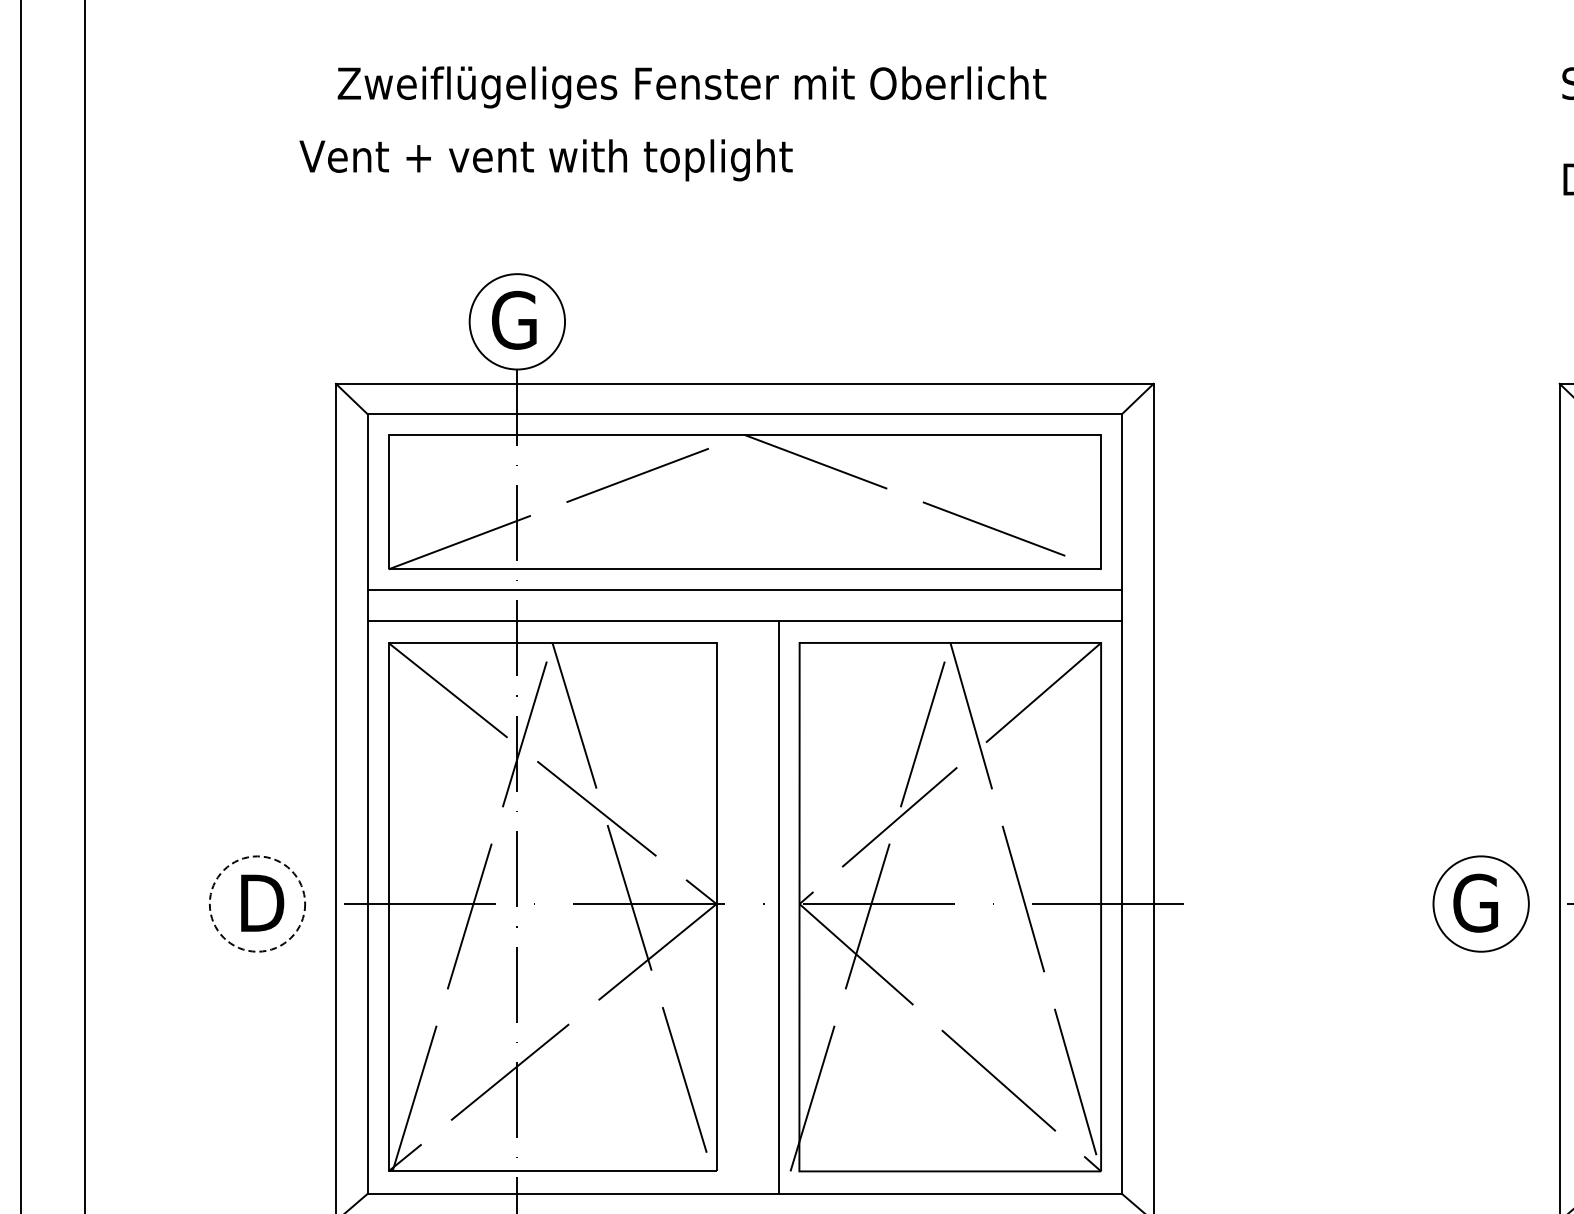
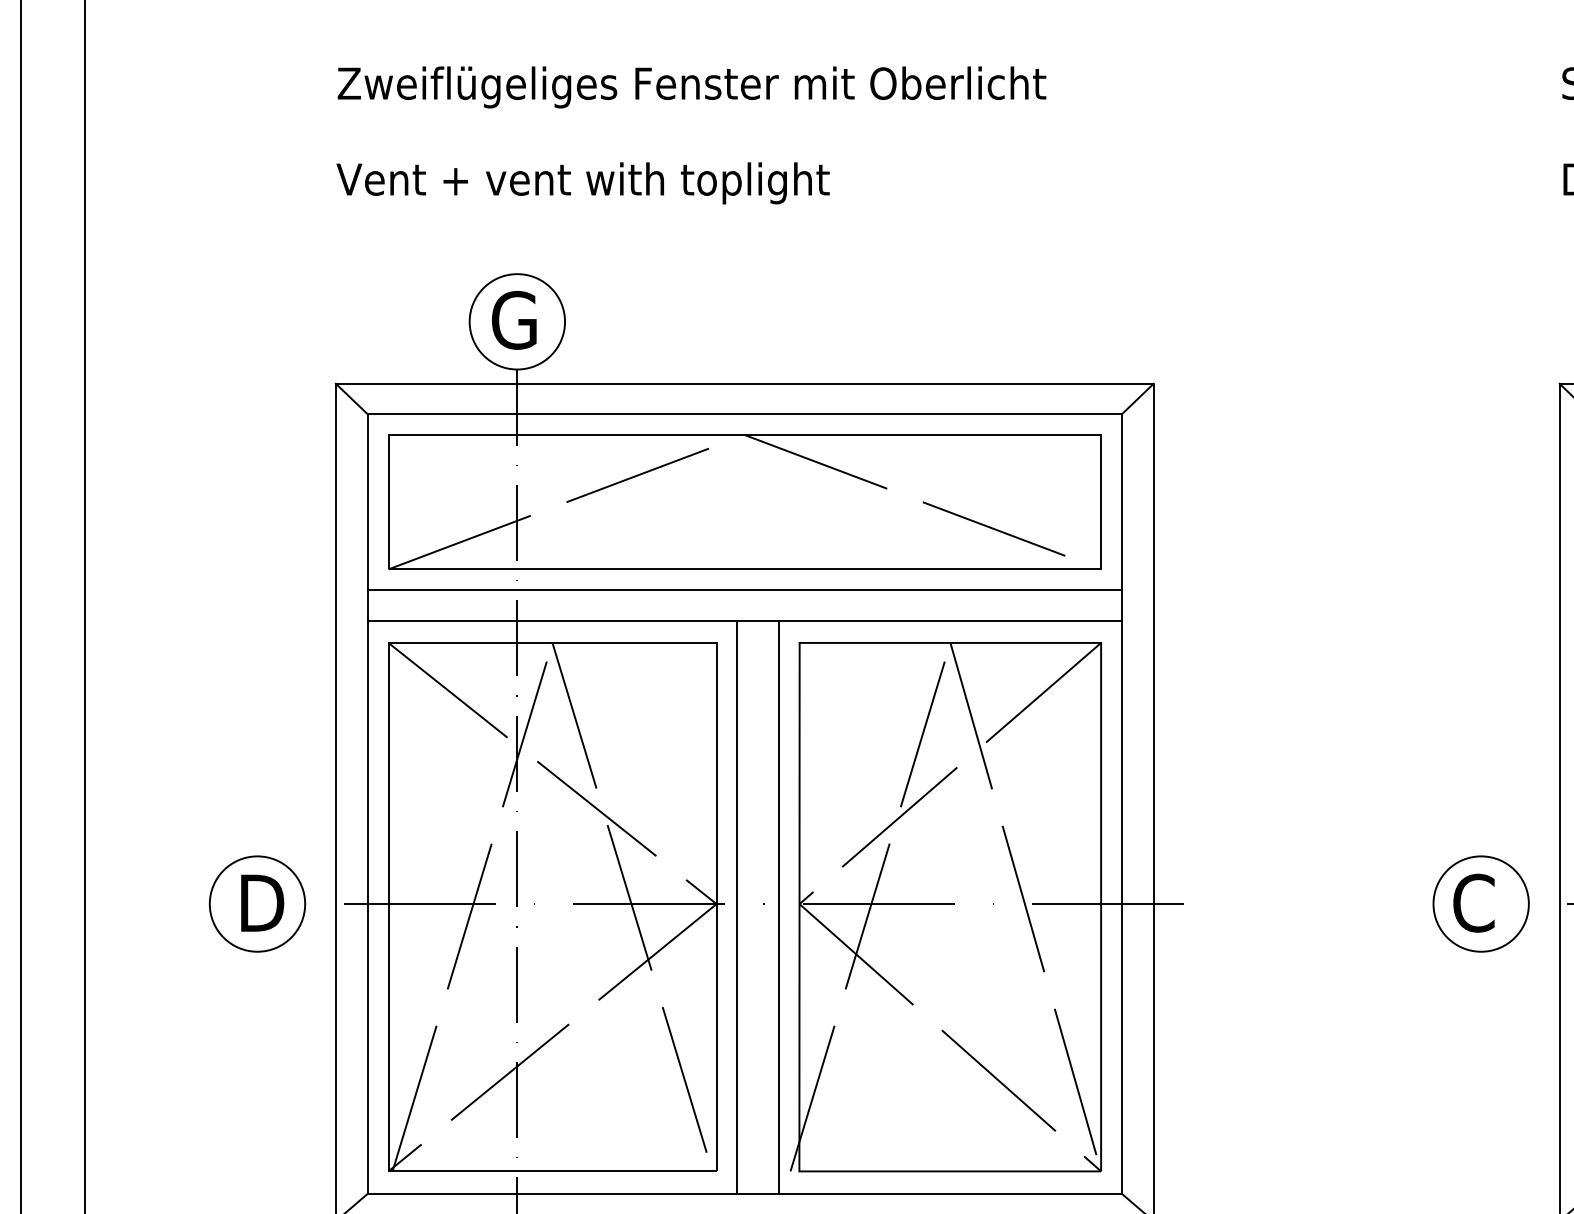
text at (545, 160) position: (545, 160) -> (582, 183)
text at (1483, 902): G -> C
circle at (257, 903): dashed -> solid
line at (737, 906): none -> present
